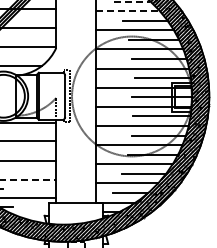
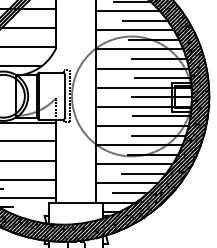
line at (132, 1): dashed -> solid
line at (128, 11): dashed -> solid
line at (28, 179): dashed -> solid
